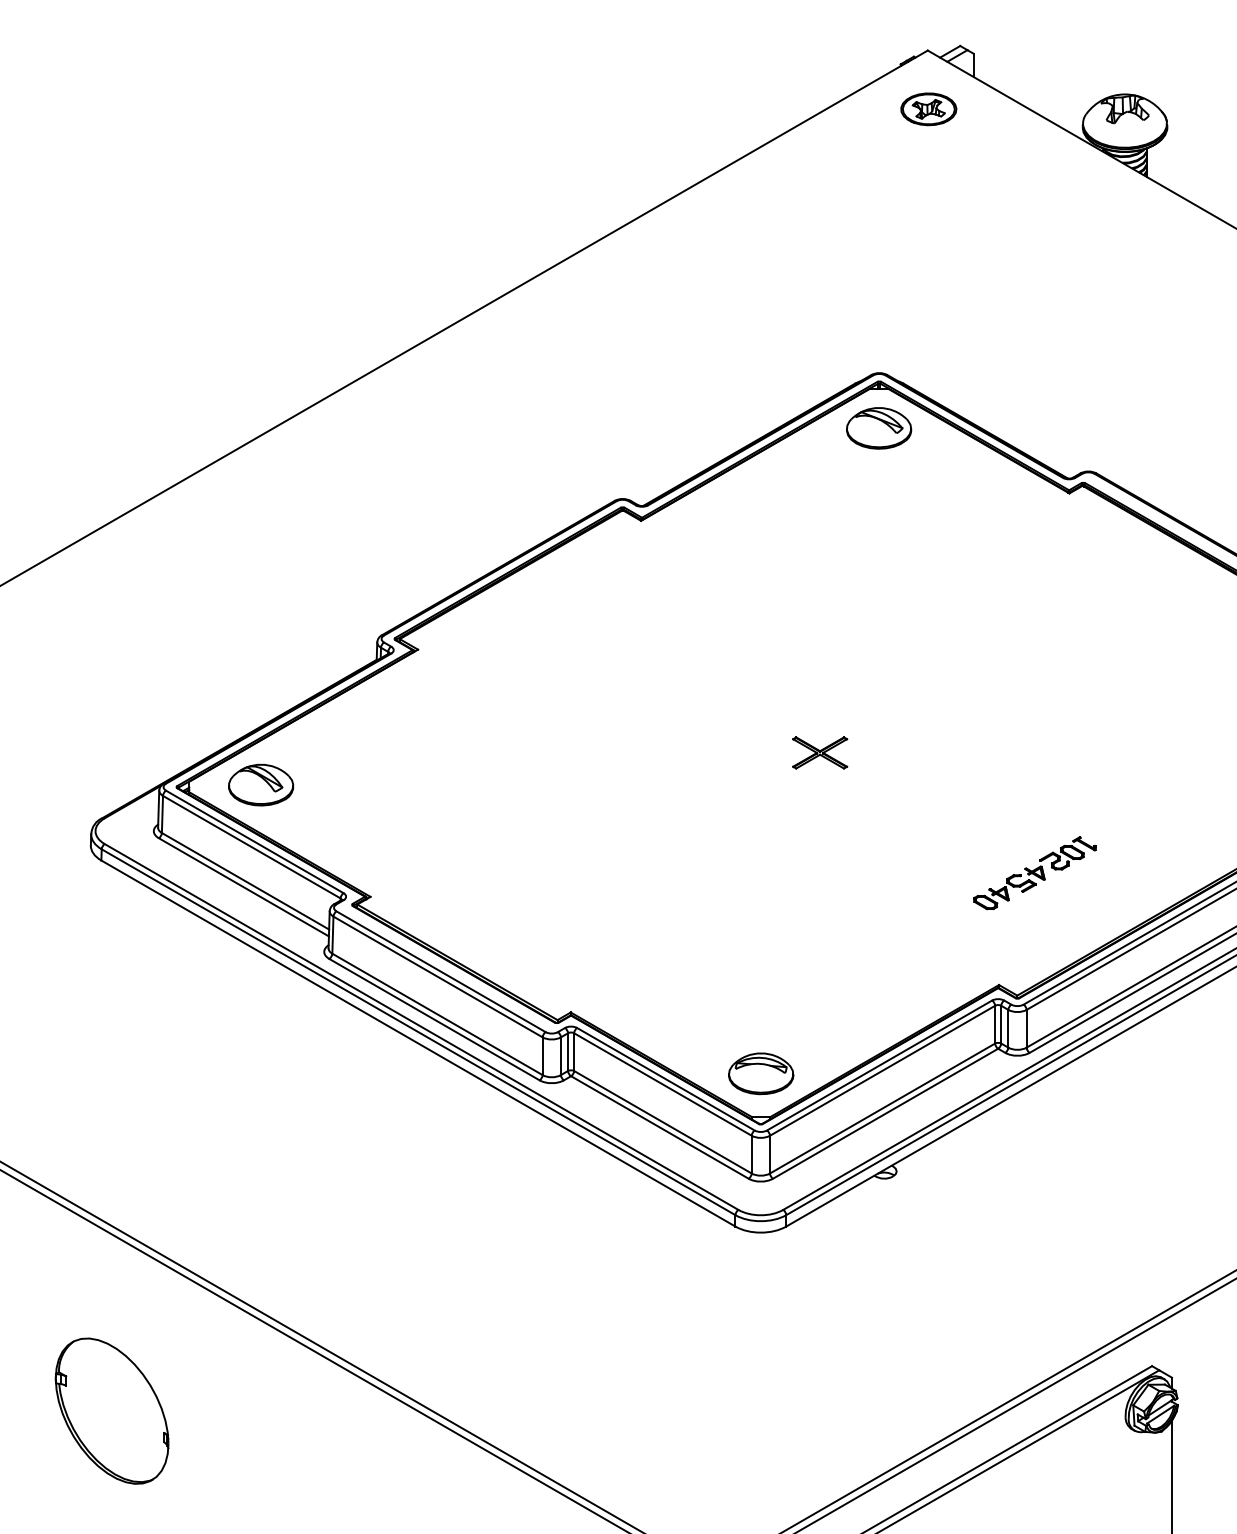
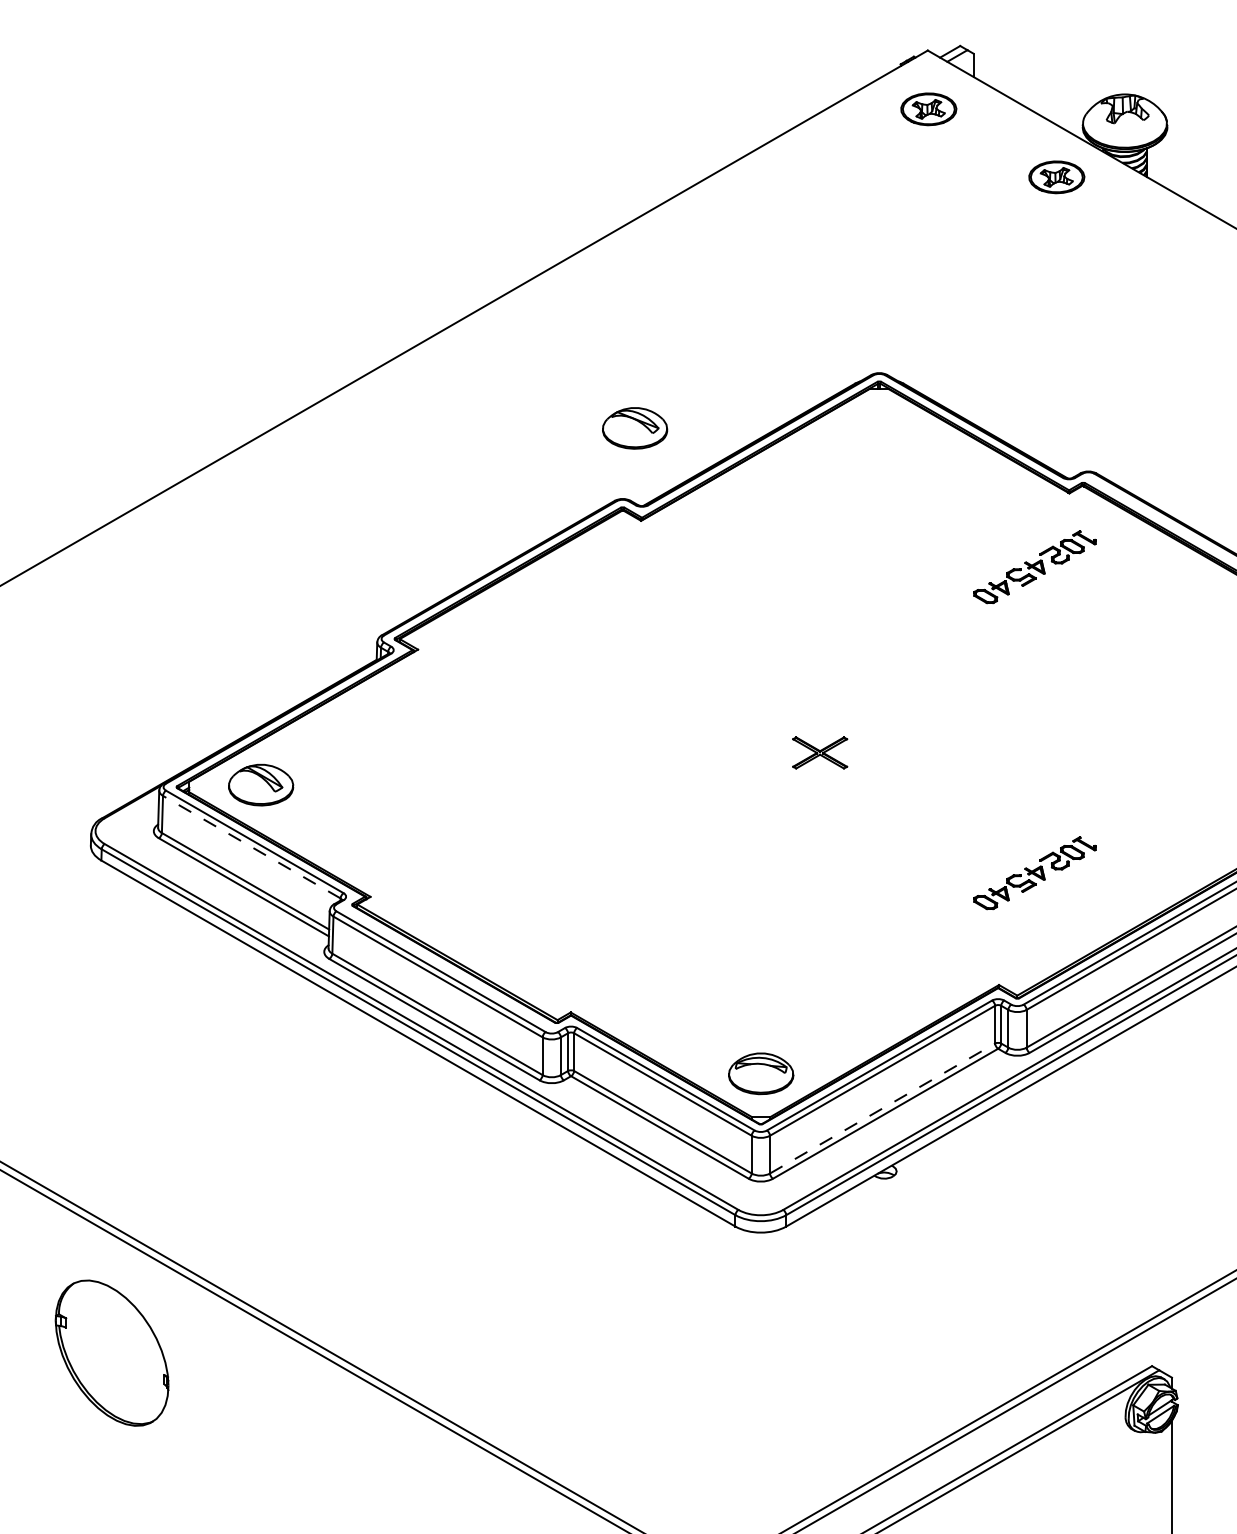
part at (1056, 177): none -> present
part at (879, 428) position: (879, 428) -> (635, 428)
part at (1034, 567): none -> present
line at (251, 847): solid -> dashed
line at (882, 1108): solid -> dashed
part at (111, 1410) position: (111, 1410) -> (111, 1352)
